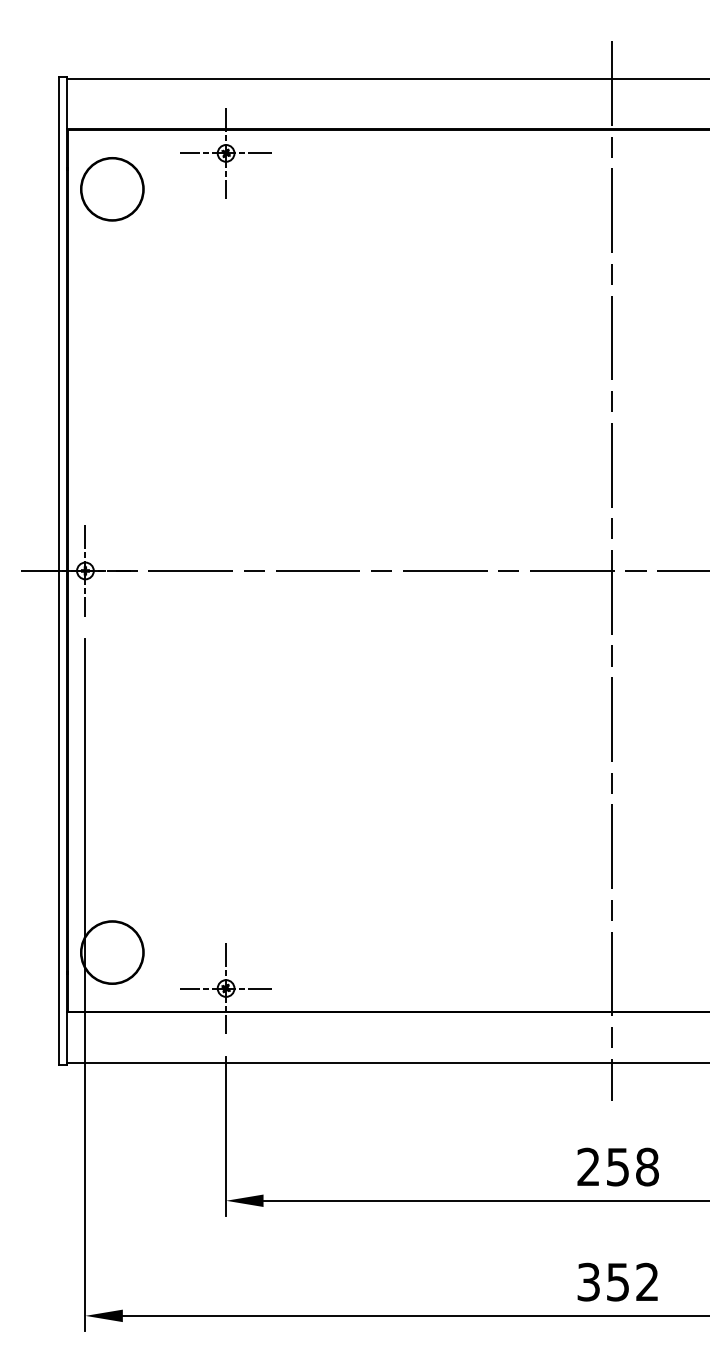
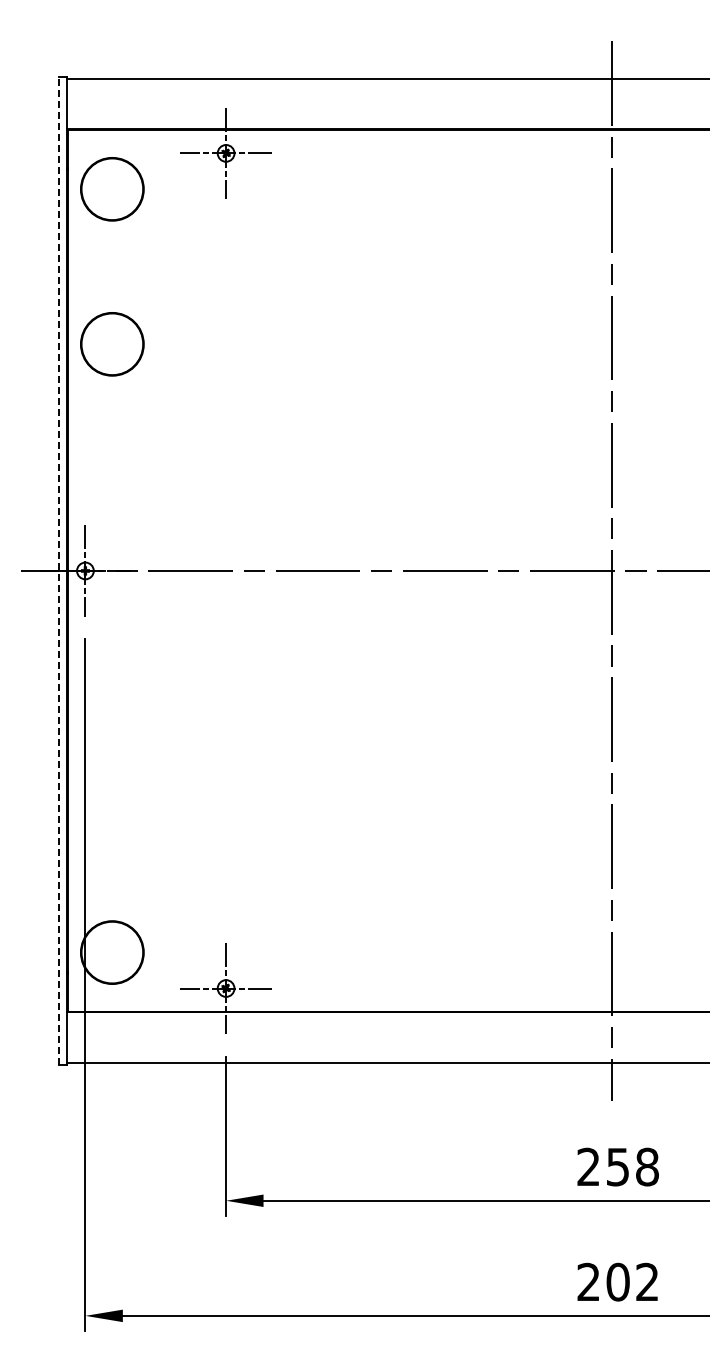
circle at (112, 344): none -> present
line at (58, 570): solid -> dashed
text at (603, 1281): 352 -> 202
